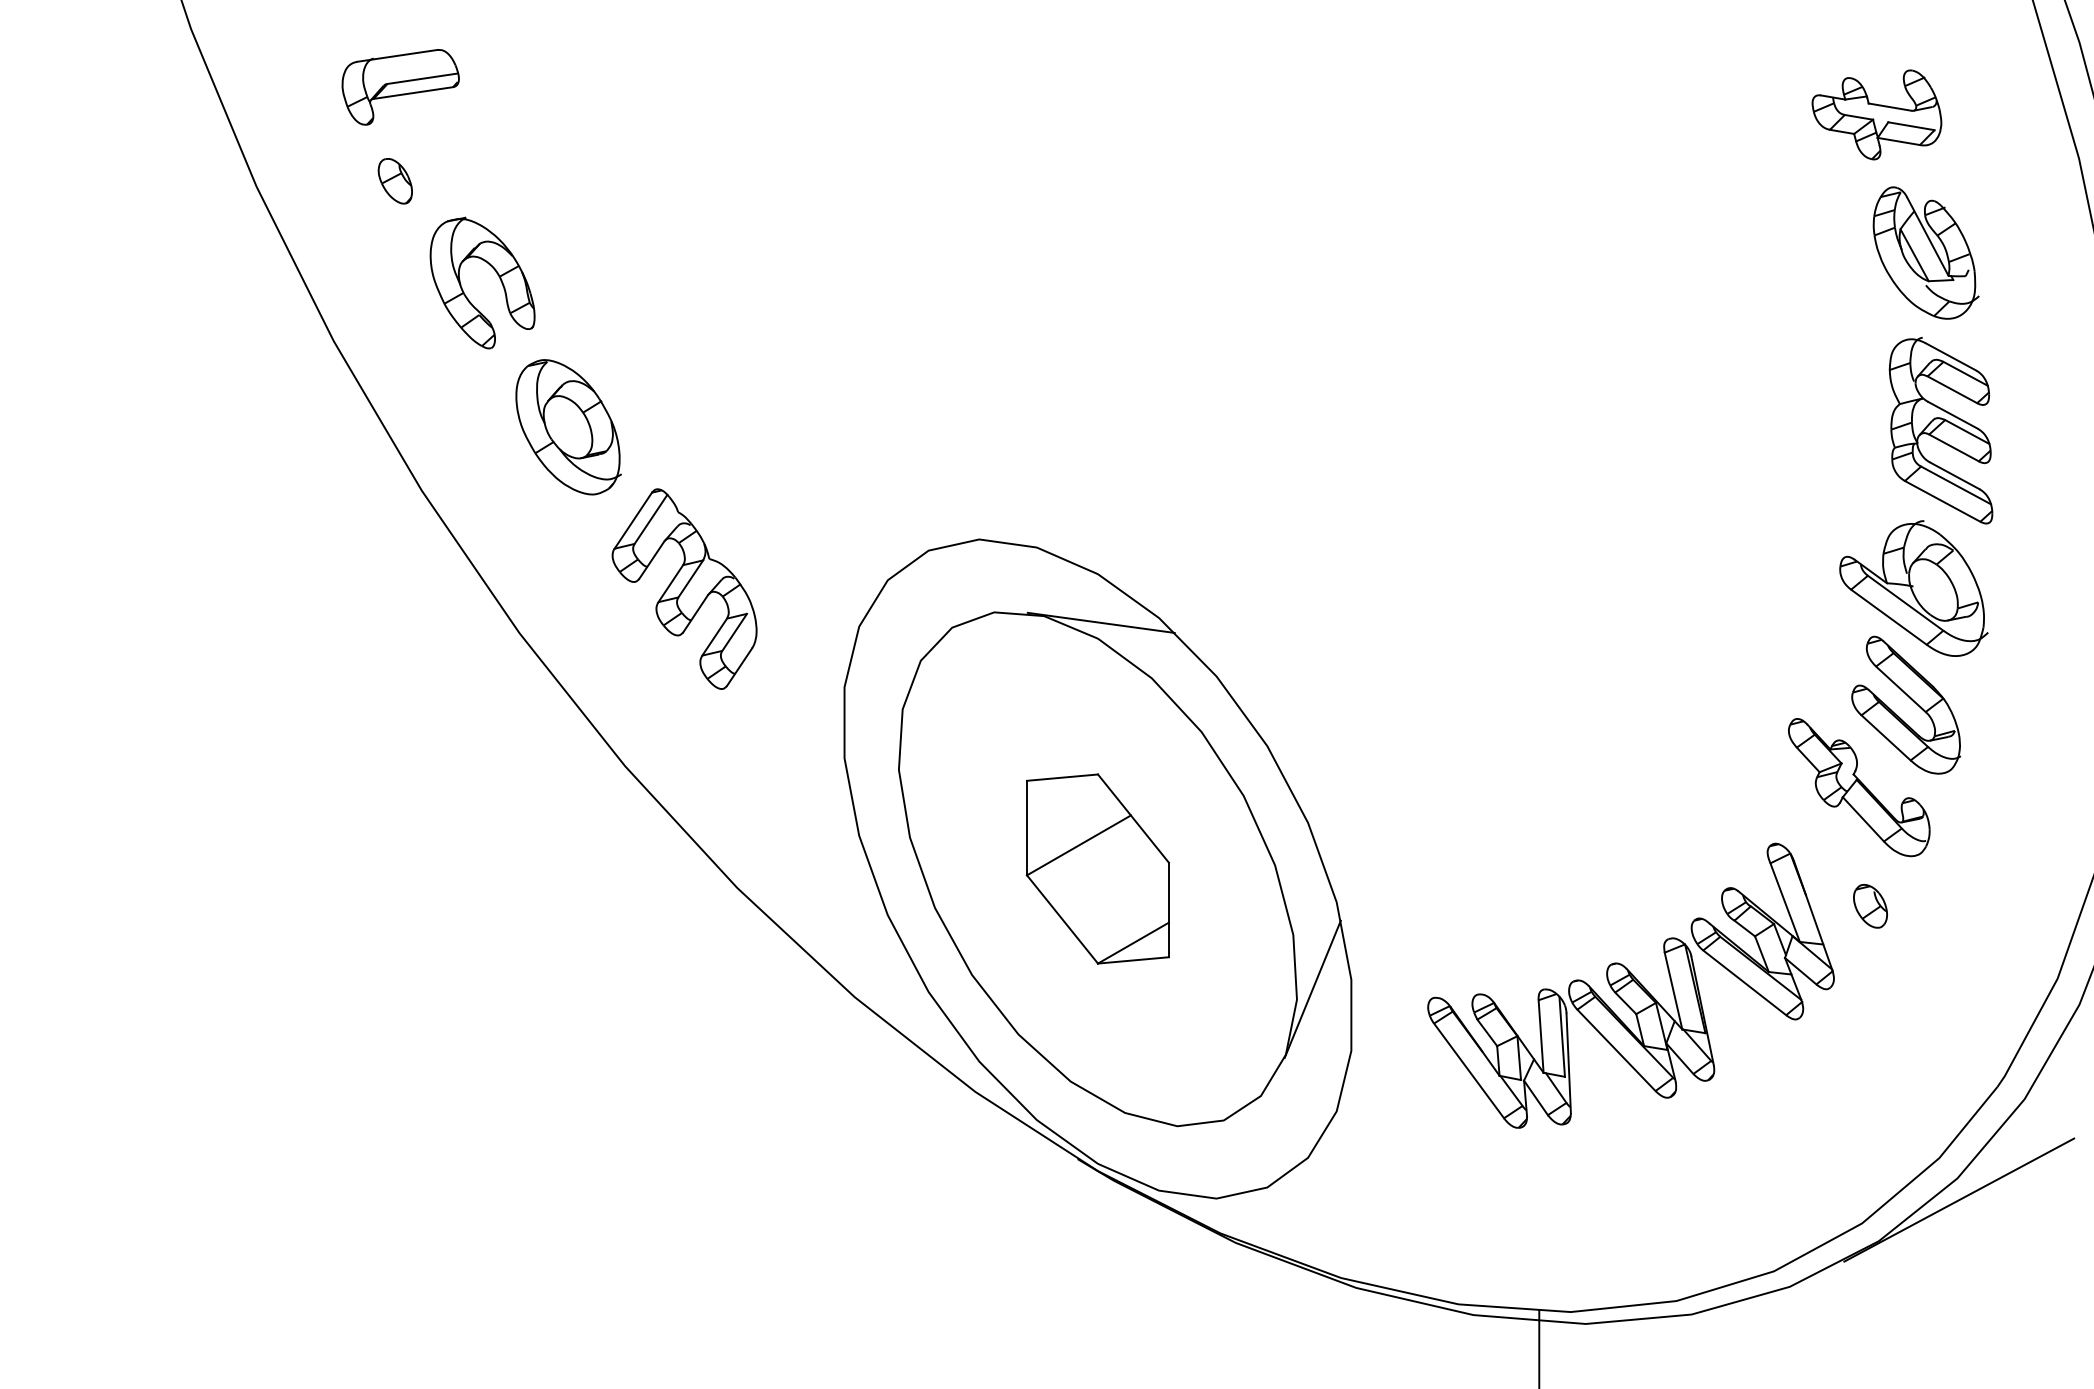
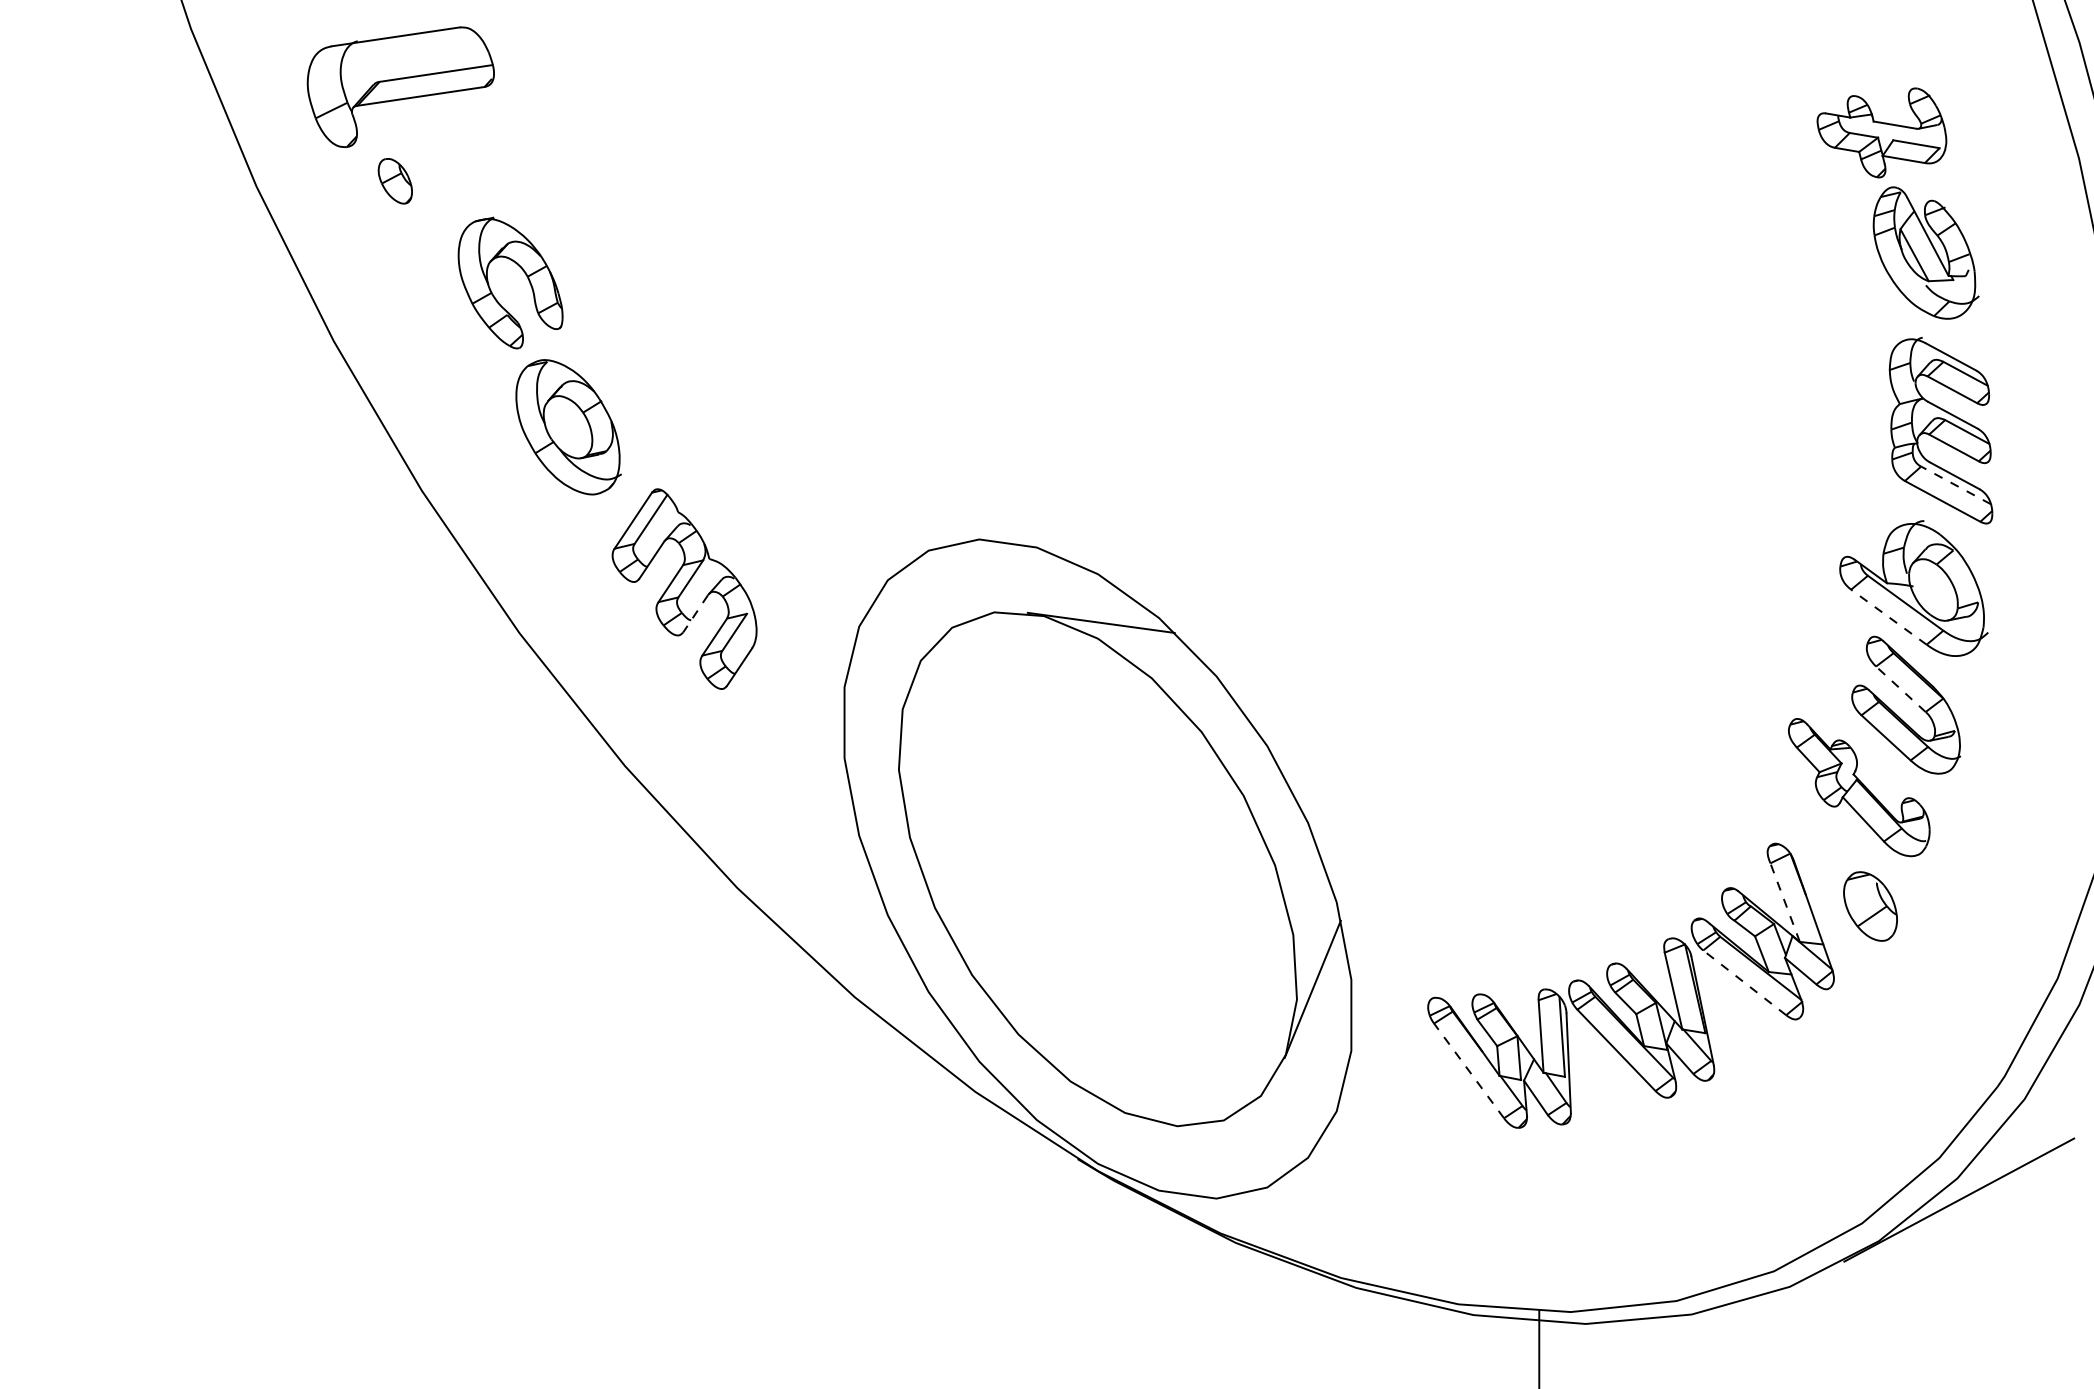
part at (400, 87) size: 119x77 px -> 189x122 px
part at (1876, 114) position: (1876, 114) -> (1881, 132)
part at (497, 275) position: (497, 275) -> (525, 275)
line at (1956, 485): solid -> dashed
line at (695, 614): solid -> dashed
line at (1888, 617): solid -> dashed
line at (1900, 689): solid -> dashed
part at (1097, 868): present -> none
line at (1785, 902): solid -> dashed
part at (1870, 905) size: 35x46 px -> 55x71 px
line at (1744, 982): solid -> dashed
line at (1469, 1070): solid -> dashed
